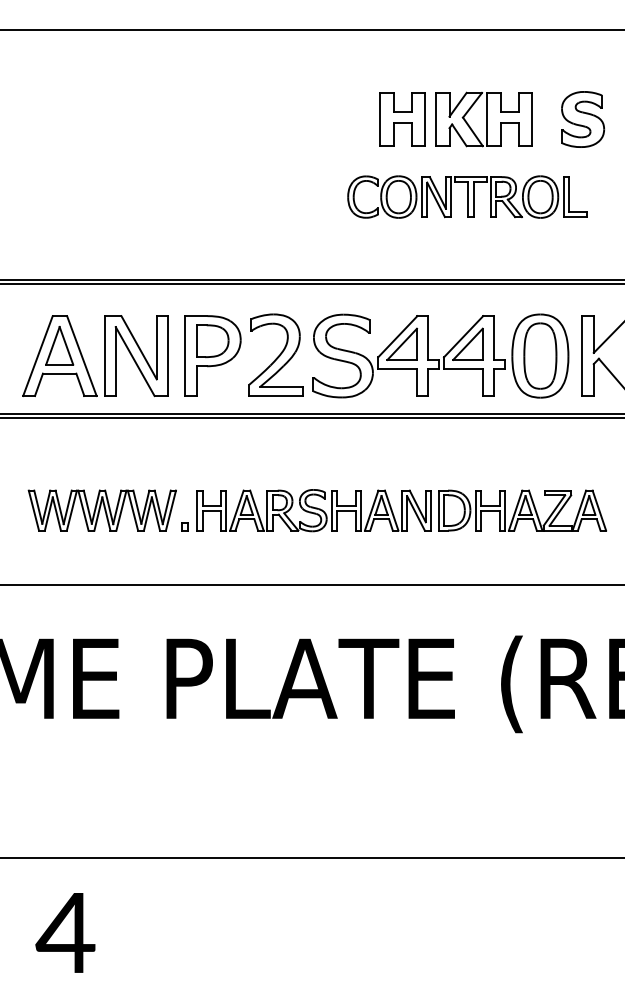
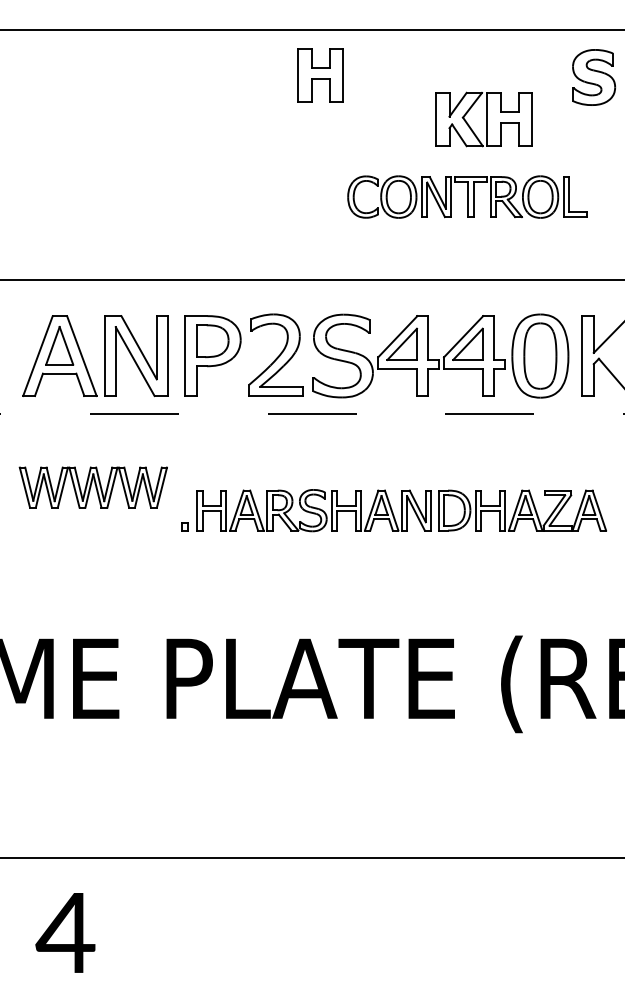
part at (402, 119) position: (402, 119) -> (320, 75)
part at (582, 119) position: (582, 119) -> (593, 77)
line at (311, 284): present -> none
line at (312, 413): solid -> dashed
line at (311, 418): present -> none
part at (101, 510) position: (101, 510) -> (92, 487)
line at (311, 584): present -> none
